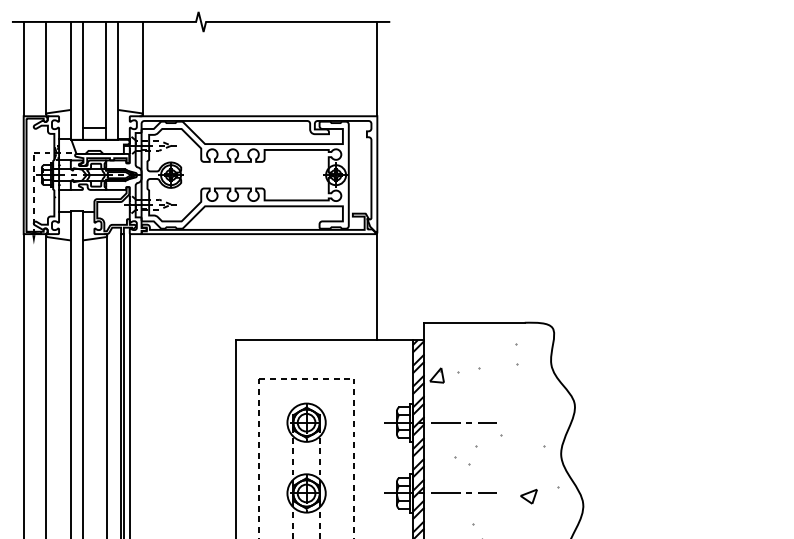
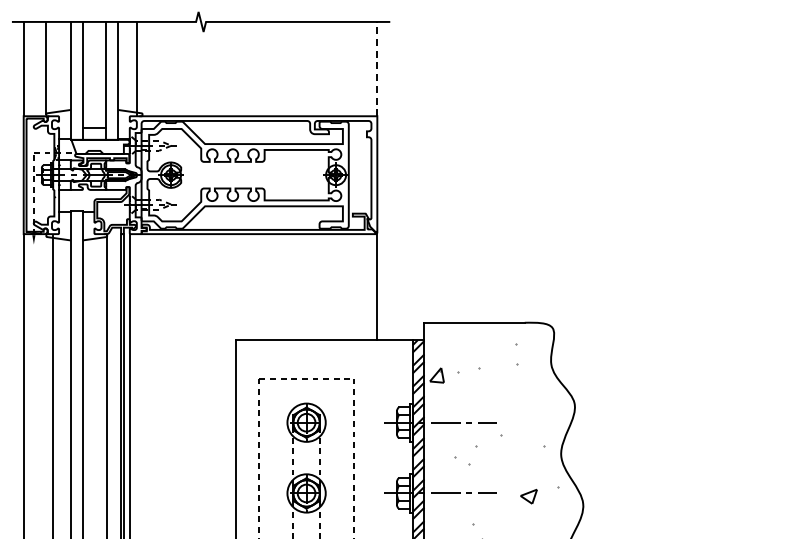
line at (142, 68) position: (142, 68) -> (136, 68)
line at (377, 68): solid -> dashed
line at (46, 385) position: (46, 385) -> (53, 385)
